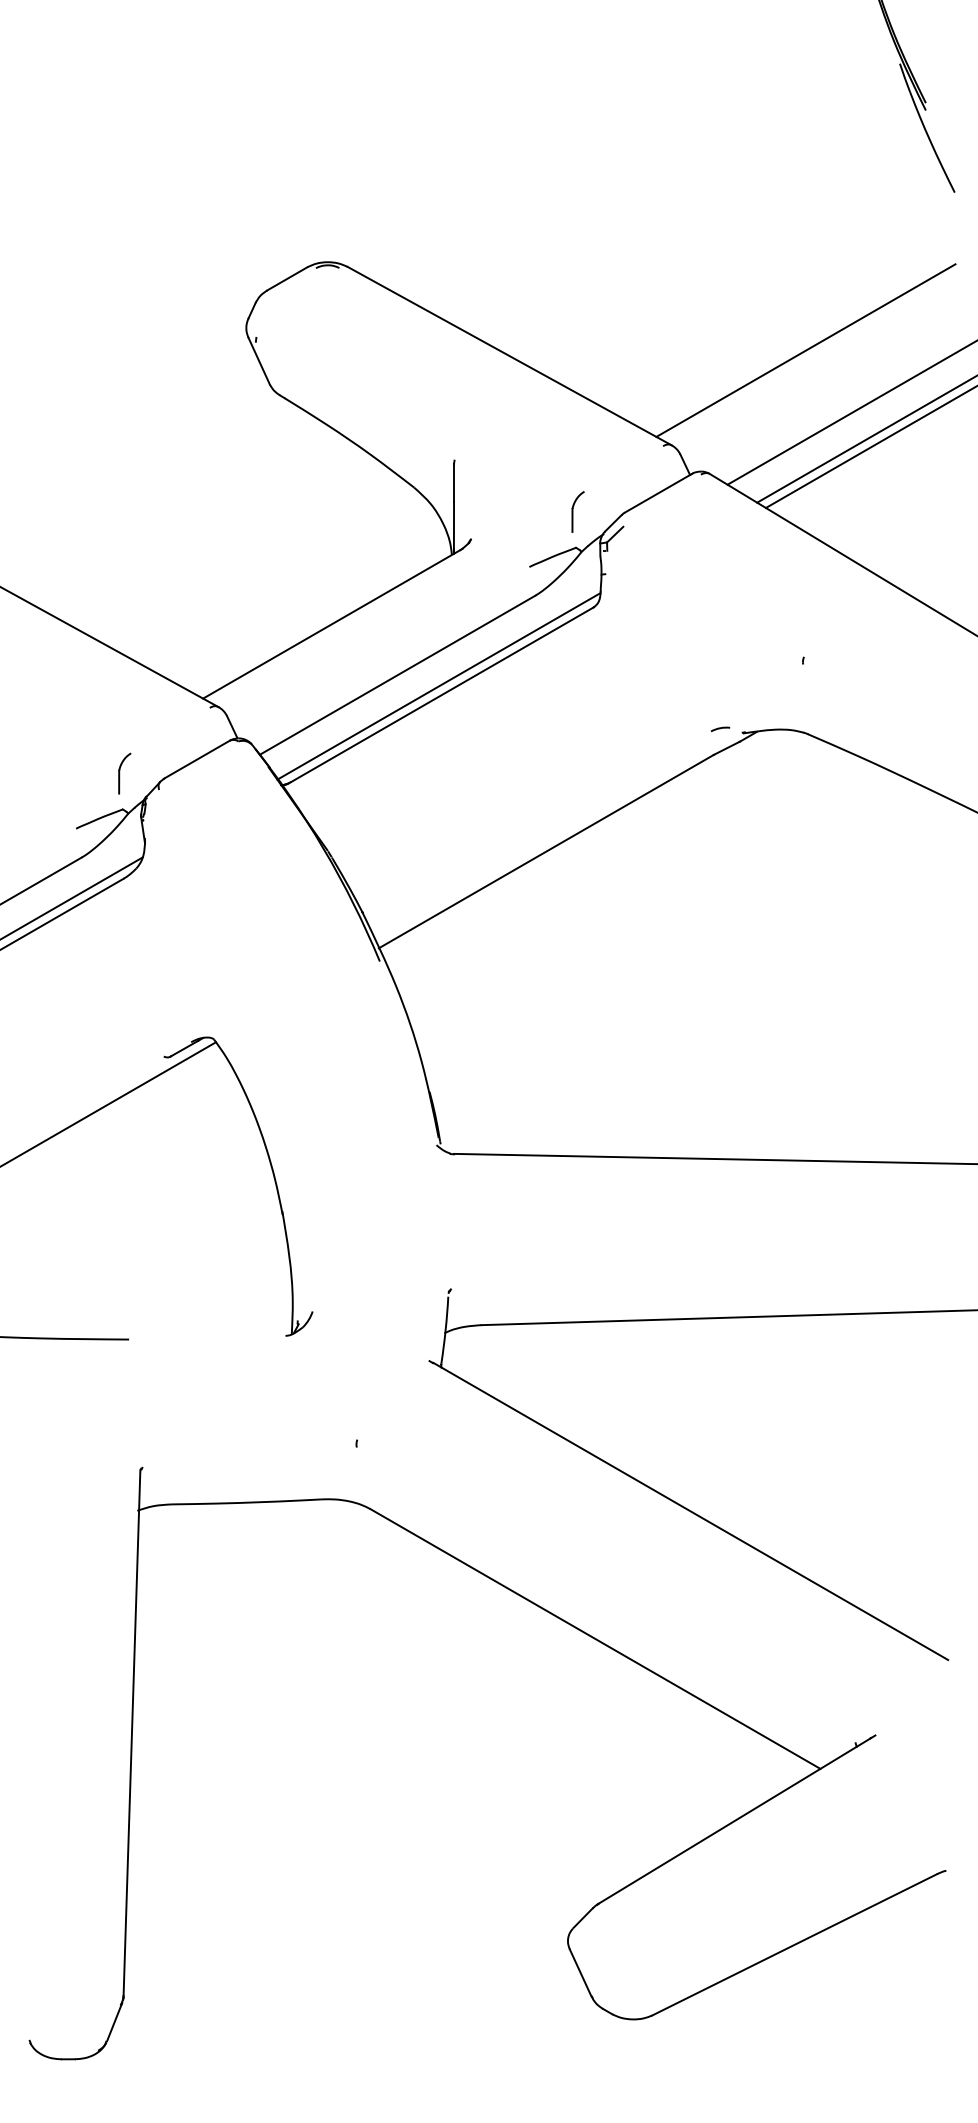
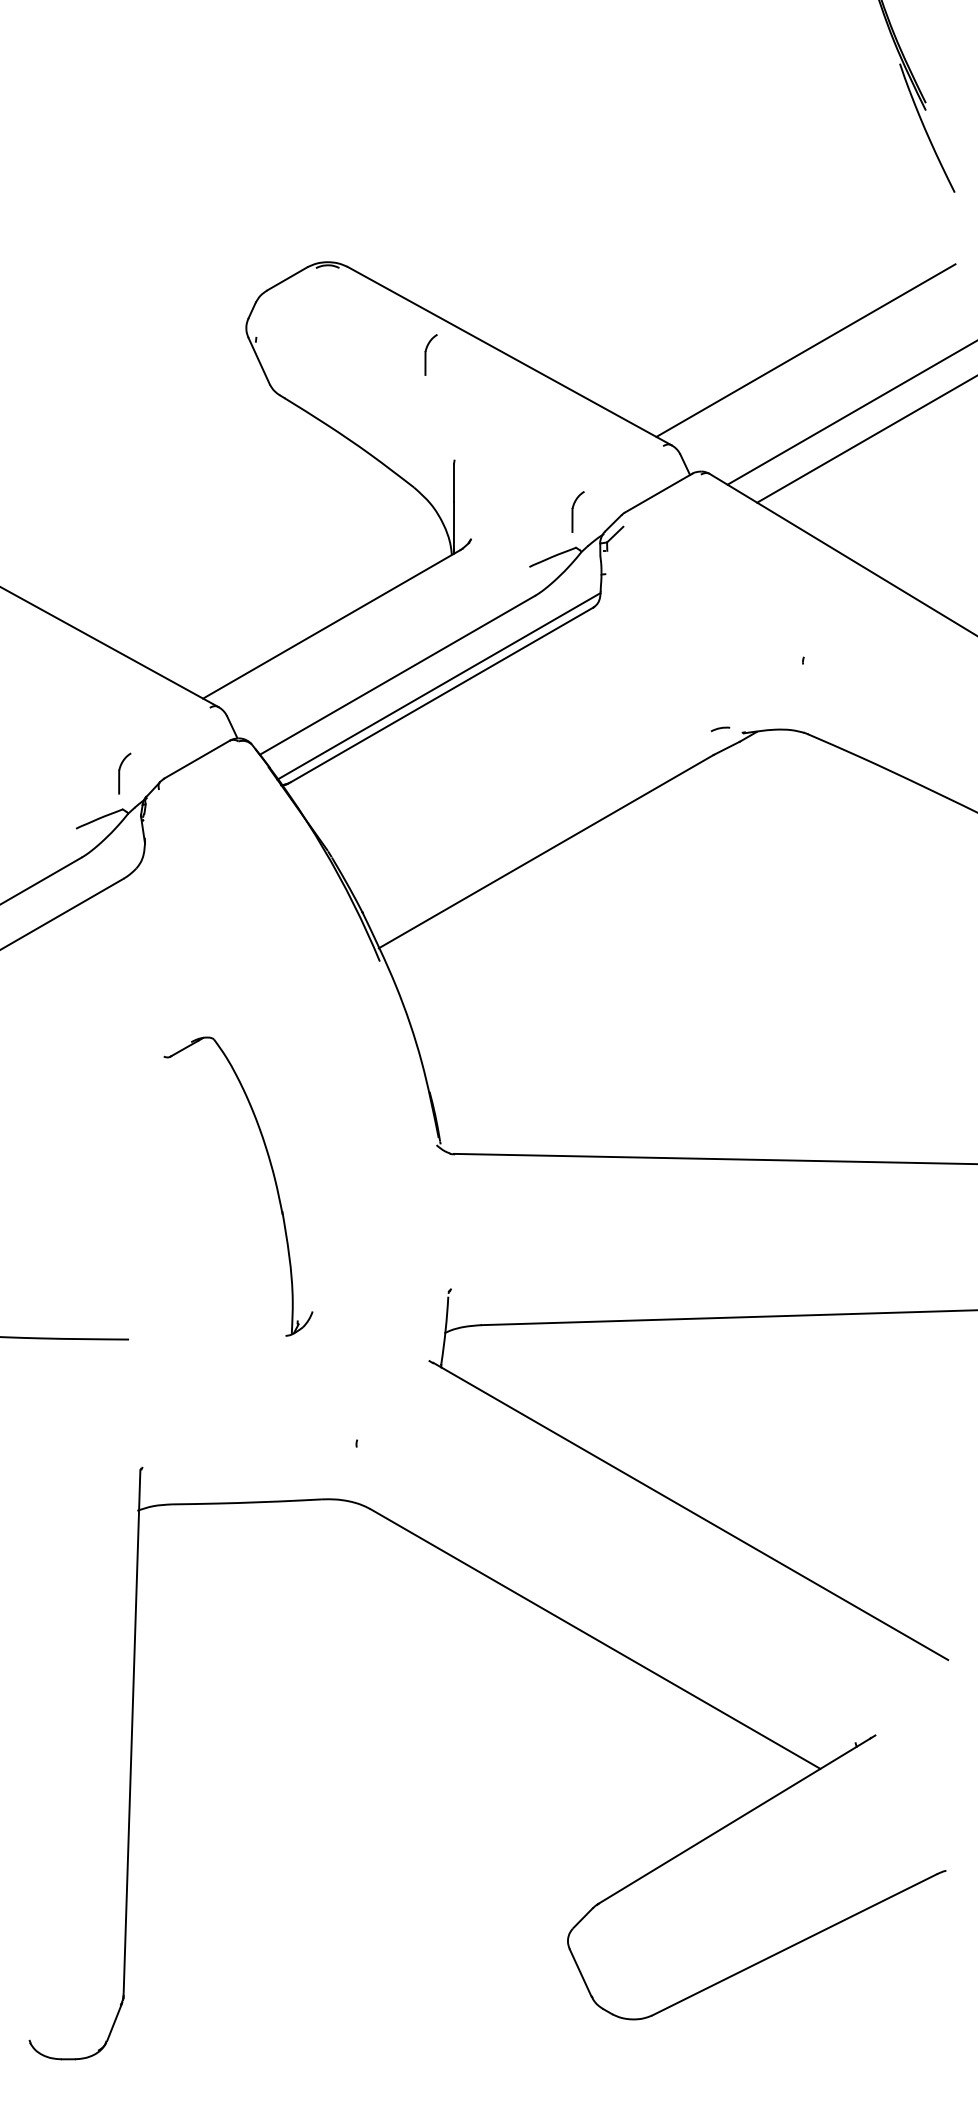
part at (430, 354): none -> present
line at (869, 447): present -> none
line at (72, 897): present -> none
line at (109, 1103): present -> none
